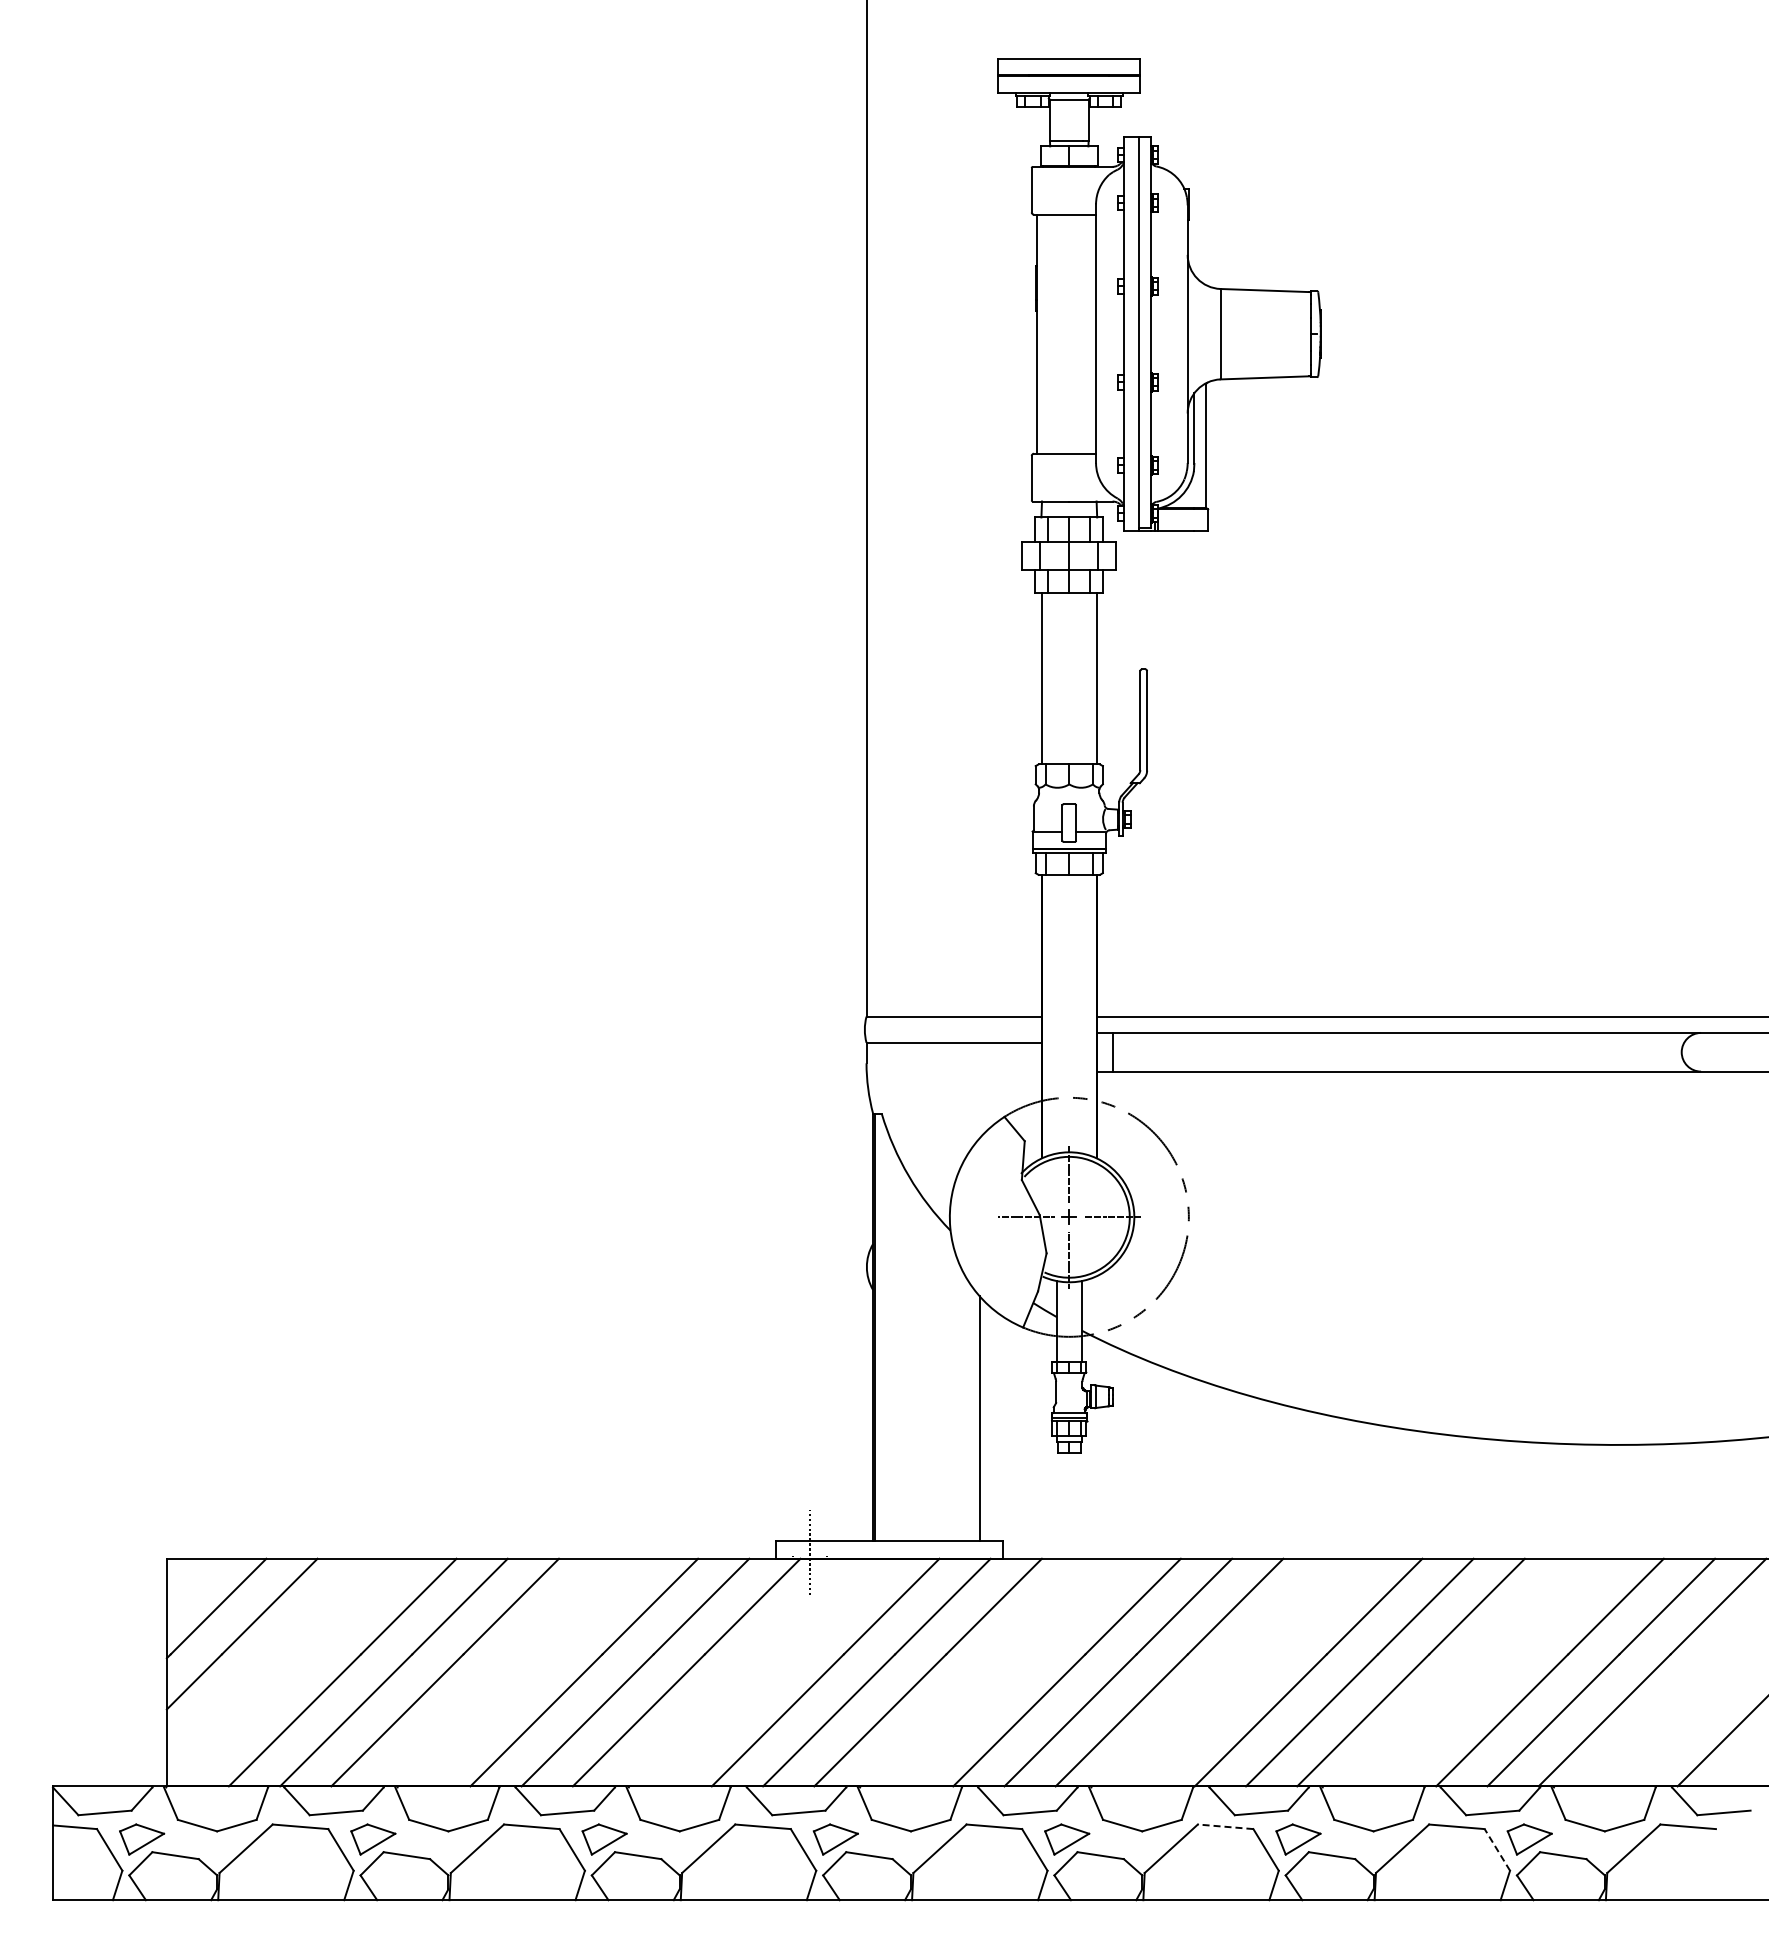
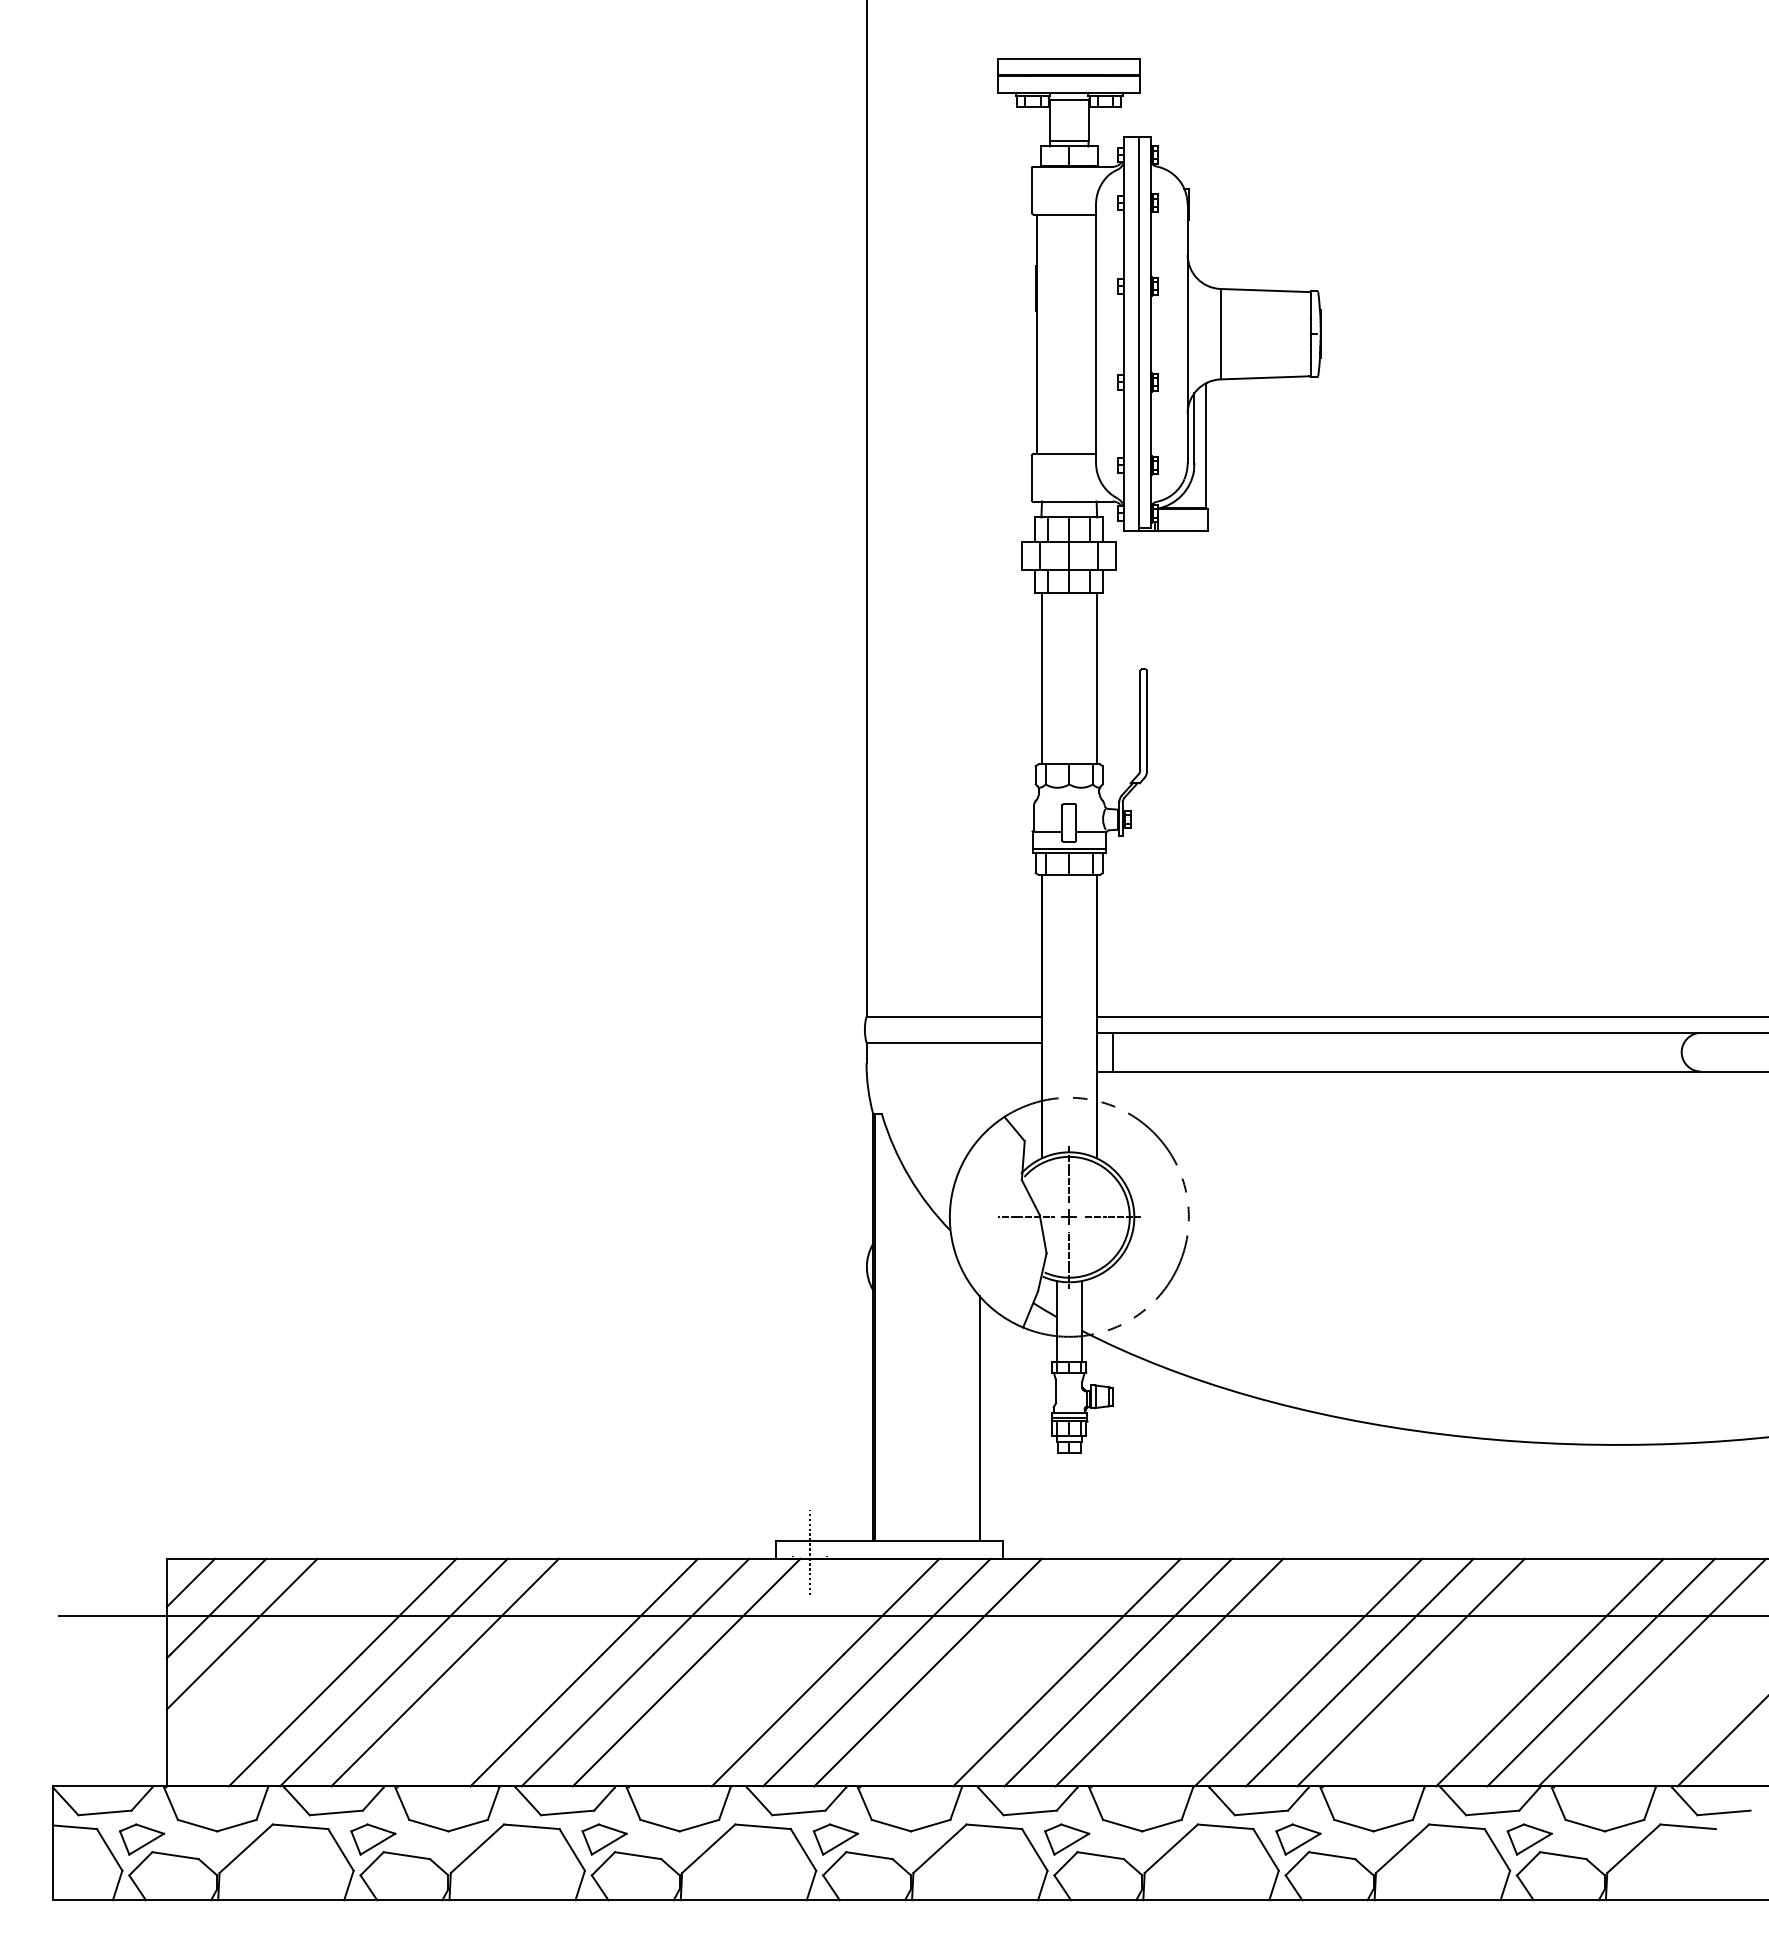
line at (190, 1582): none -> present
line at (912, 1615): none -> present
line at (1225, 1826): dashed -> solid
line at (1497, 1849): dashed -> solid
